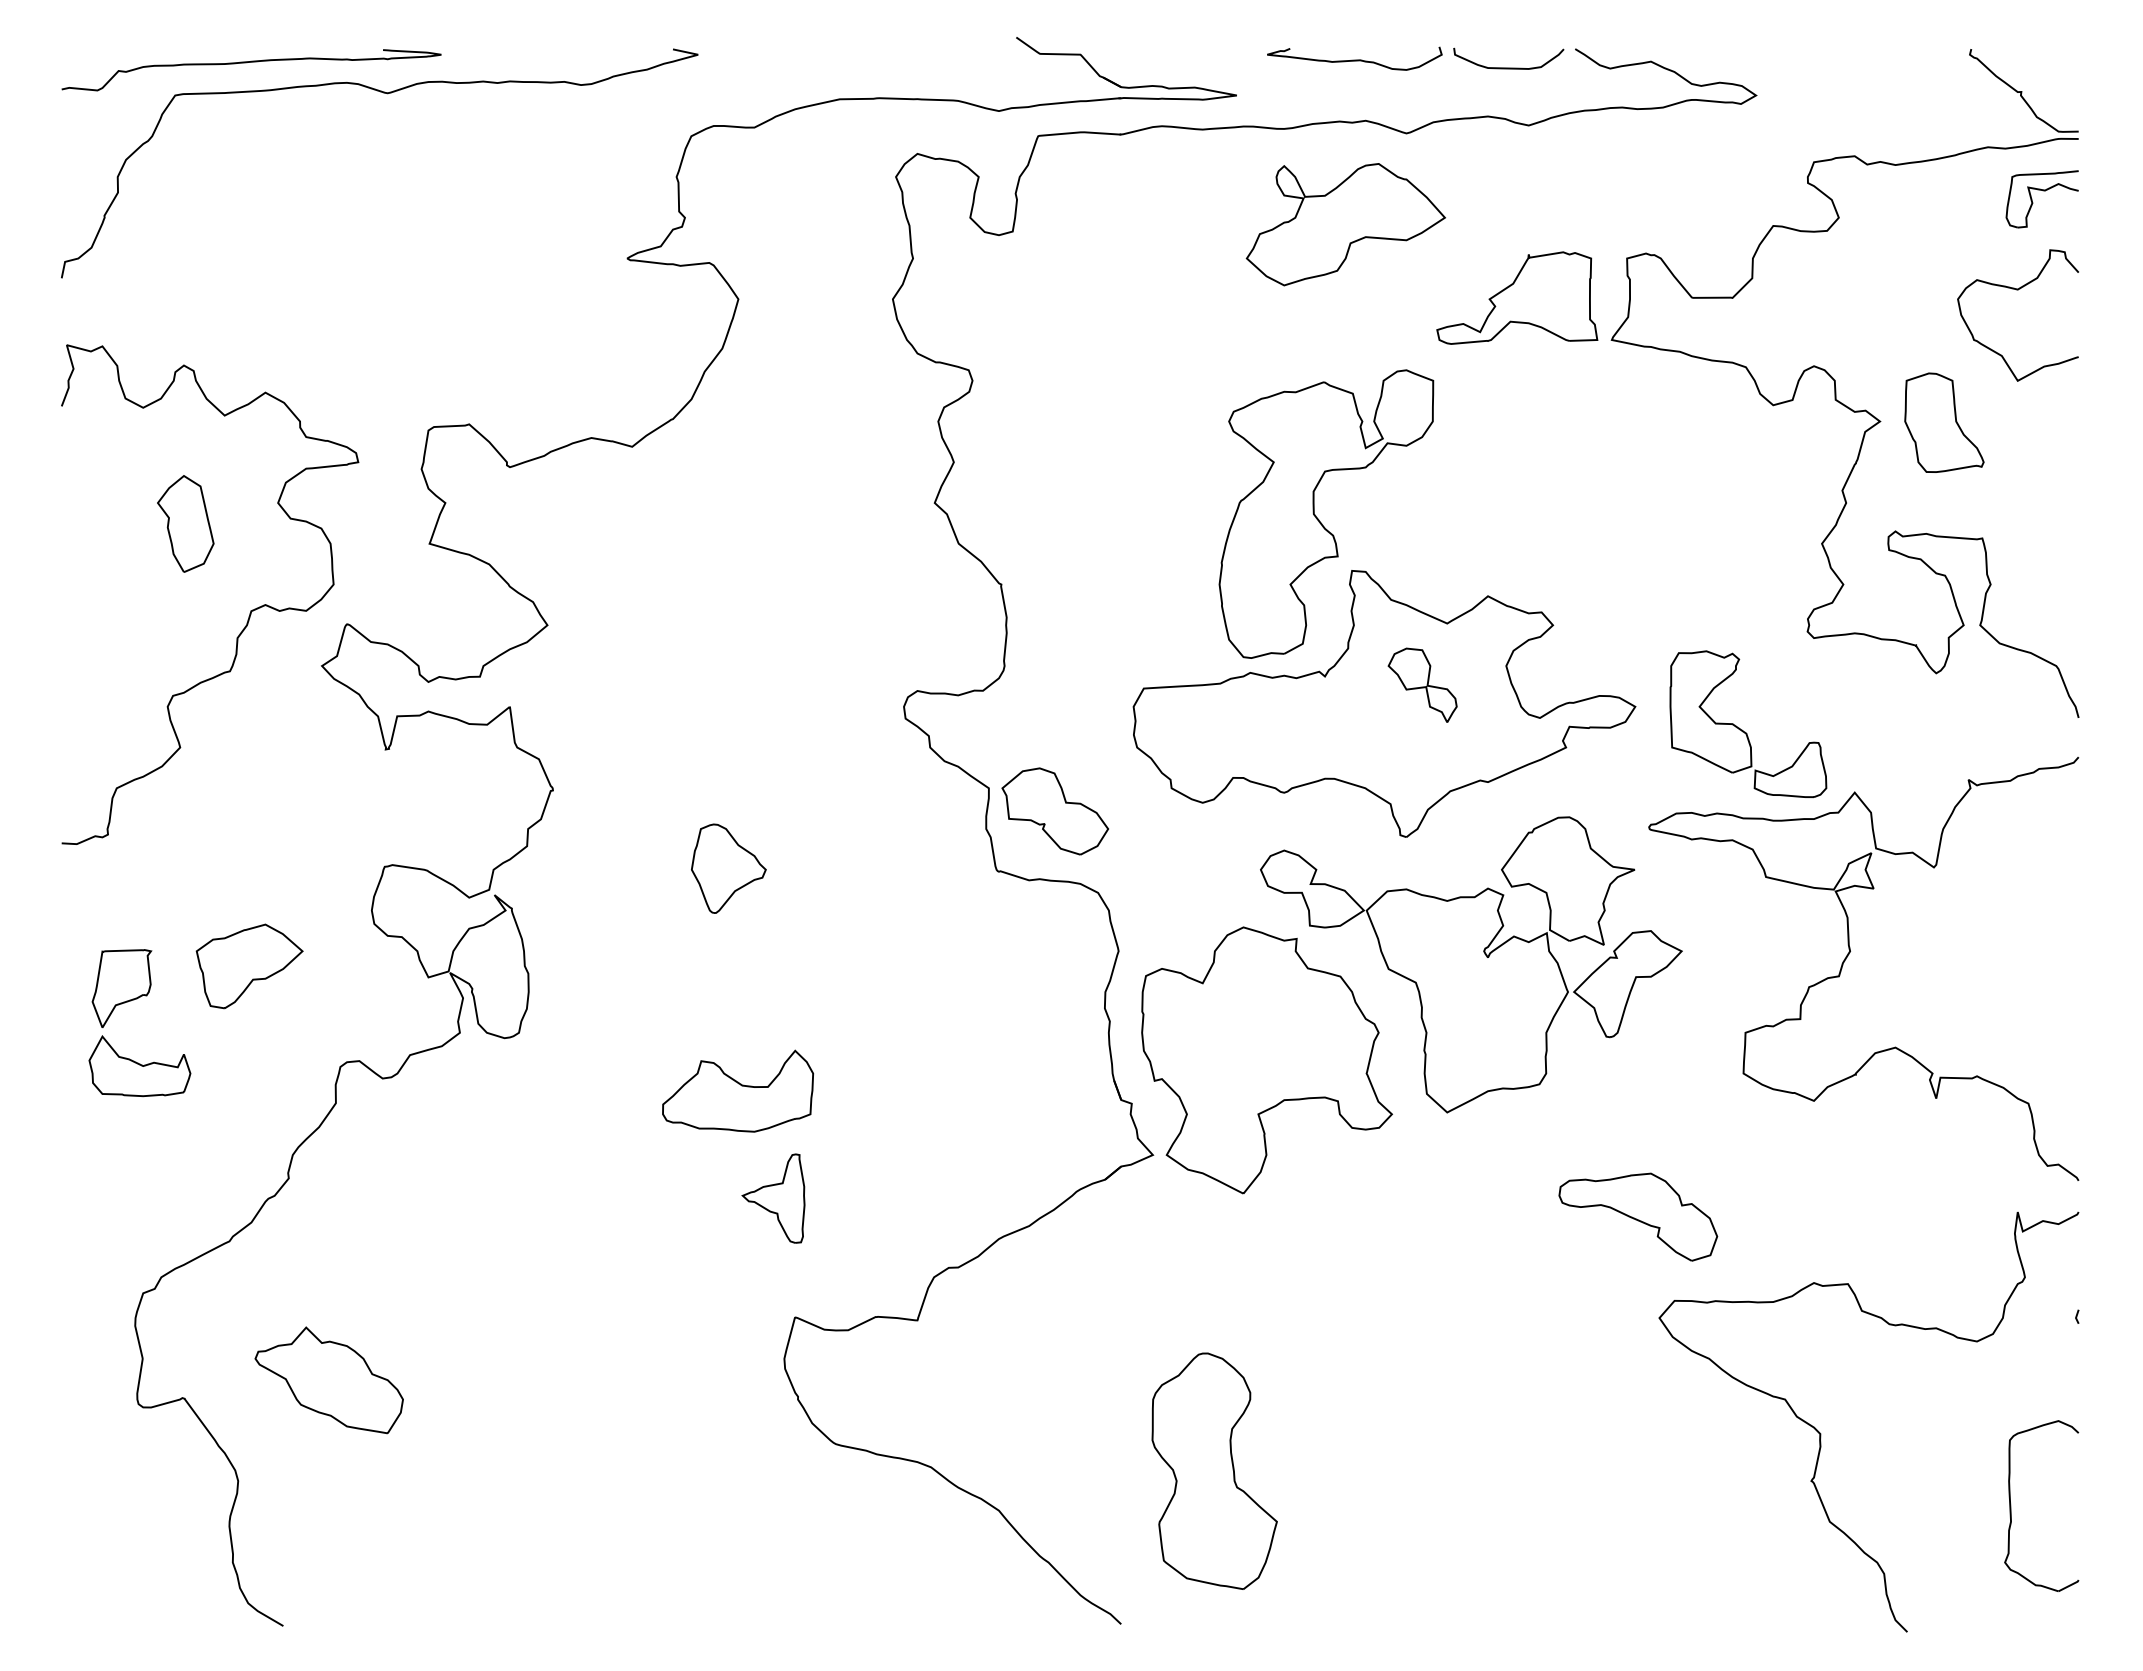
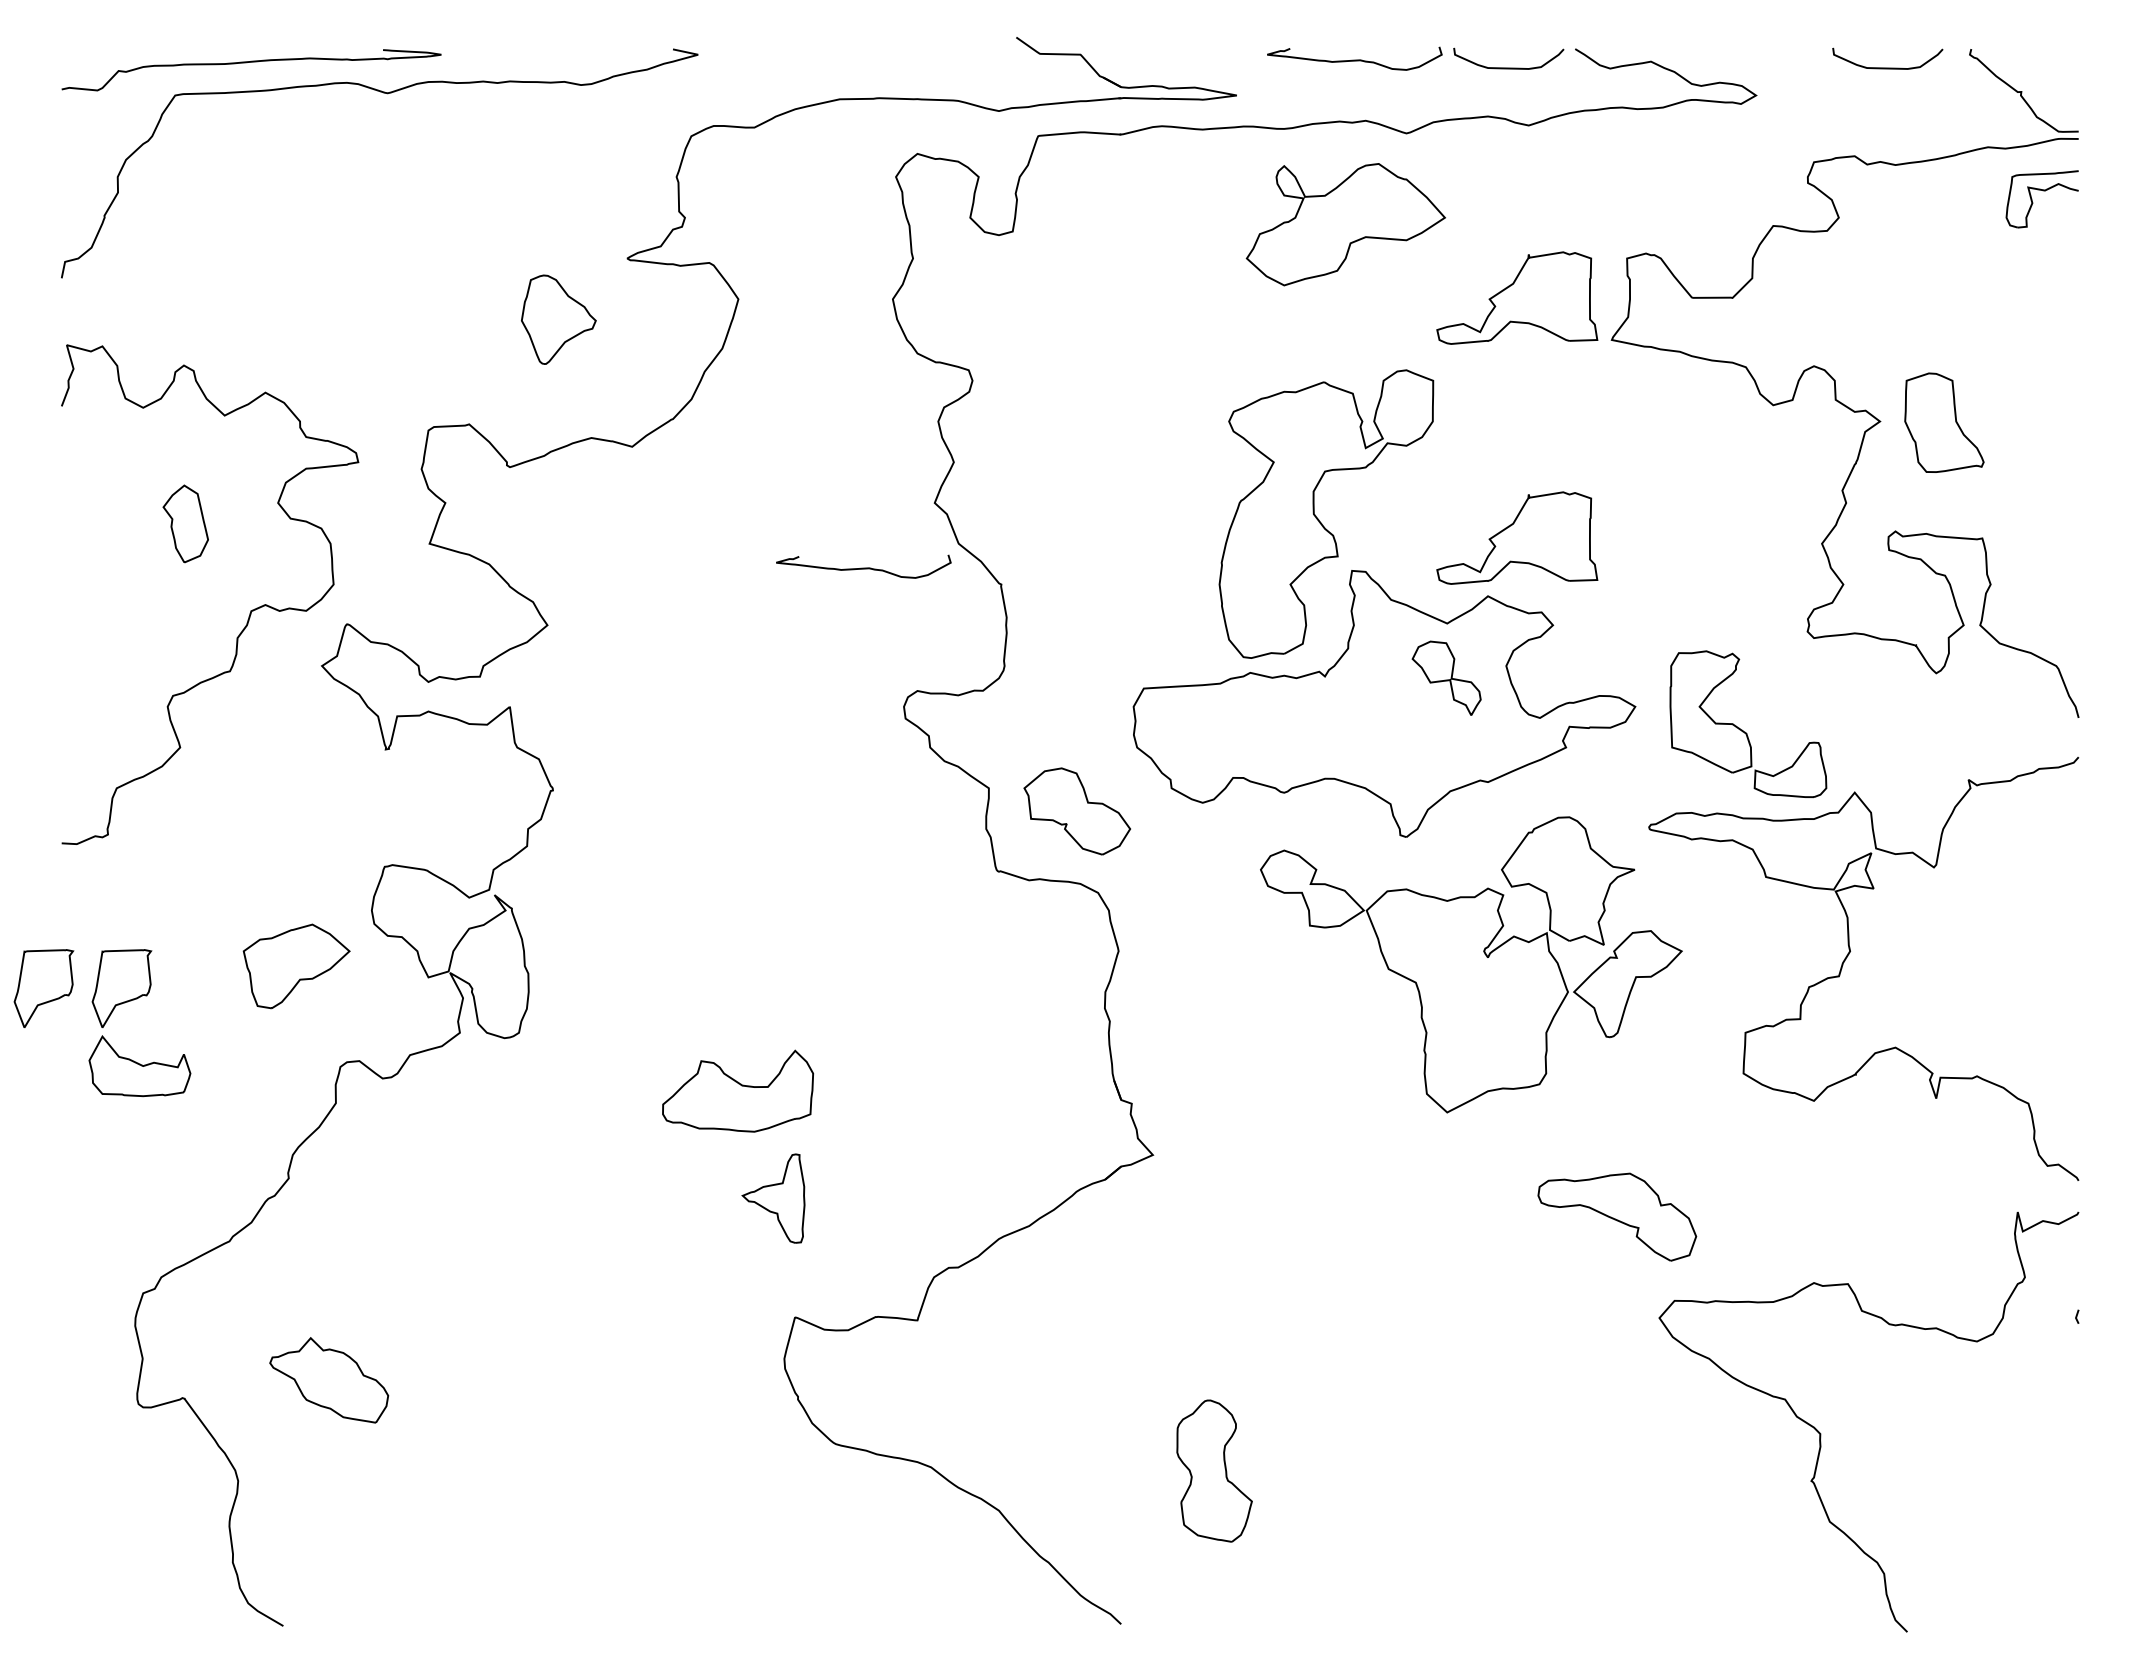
curve at (1887, 67): none -> present
curve at (2017, 290): present -> none
part at (185, 523) size: 58x98 px -> 47x80 px
part at (1517, 537): none -> present
curve at (863, 567): none -> present
part at (1422, 684) position: (1422, 684) -> (1446, 677)
part at (1054, 811) position: (1054, 811) -> (1076, 811)
part at (728, 868) position: (728, 868) -> (558, 319)
part at (249, 966) position: (249, 966) -> (296, 966)
part at (43, 988): none -> present
part at (1266, 1060): present -> none
part at (1638, 1216) position: (1638, 1216) -> (1617, 1216)
part at (328, 1380) size: 150x109 px -> 121x87 px
part at (1214, 1470) size: 127x238 px -> 77x144 px
part at (2011, 1505): present -> none
